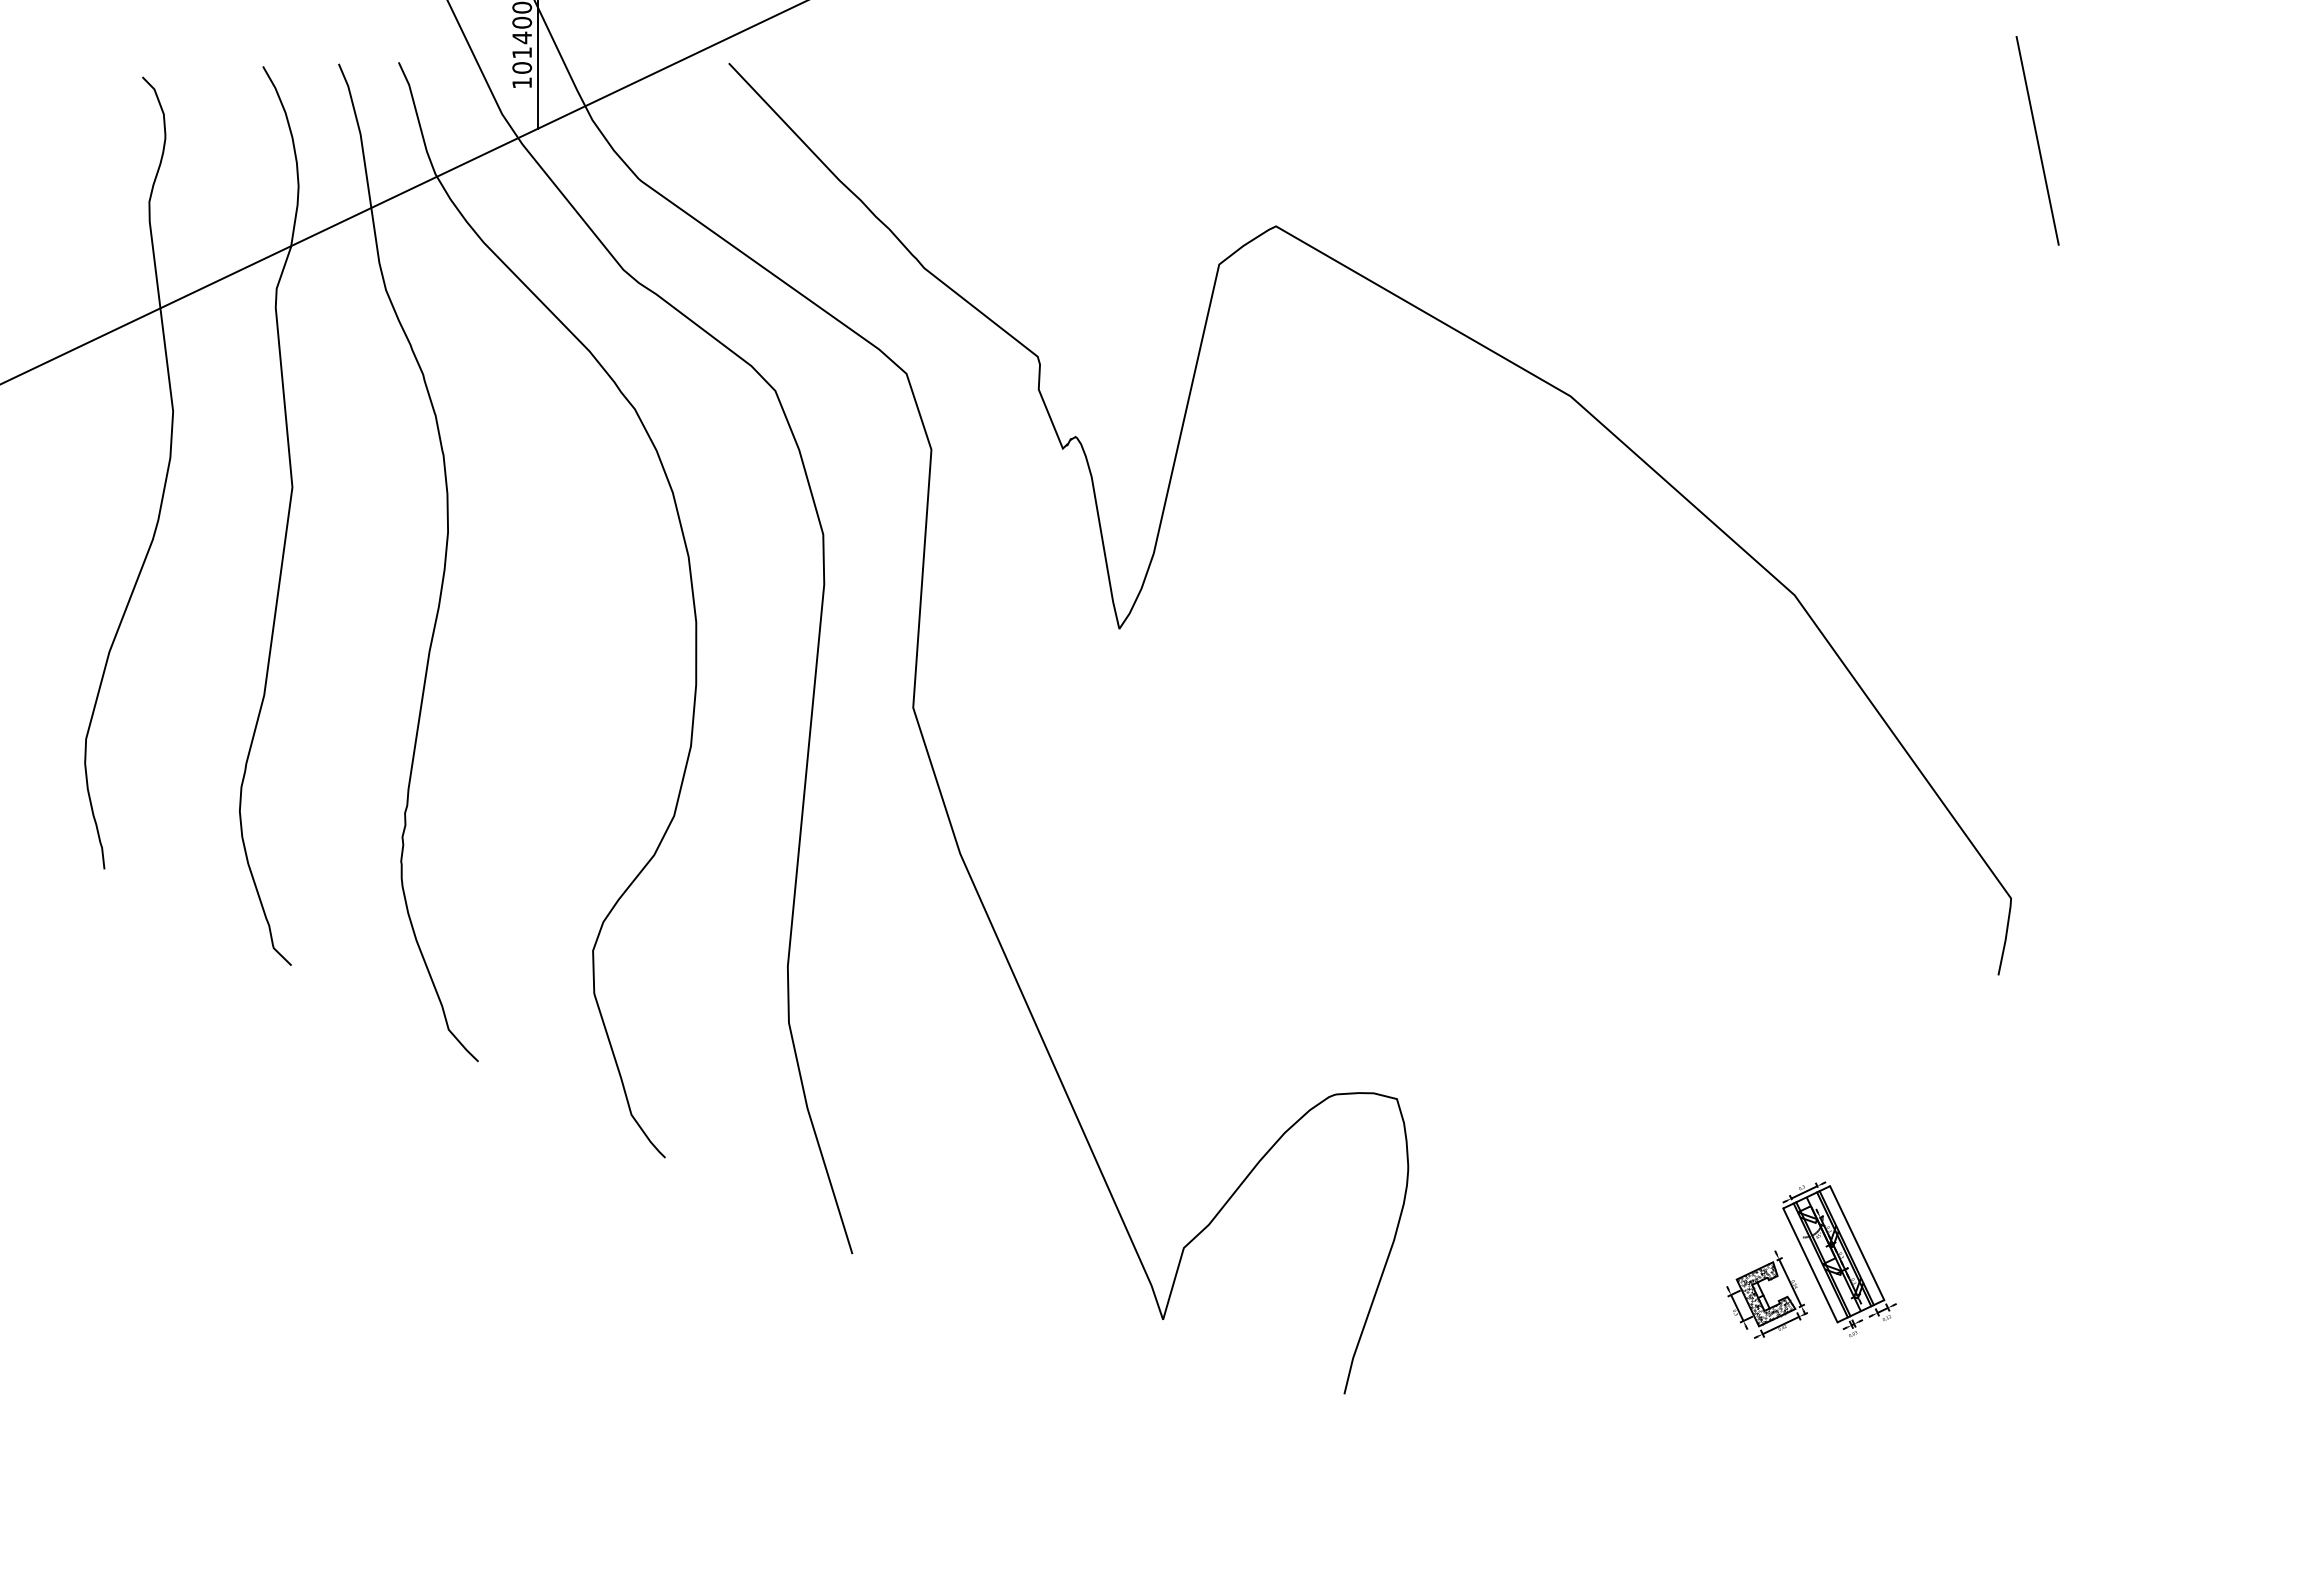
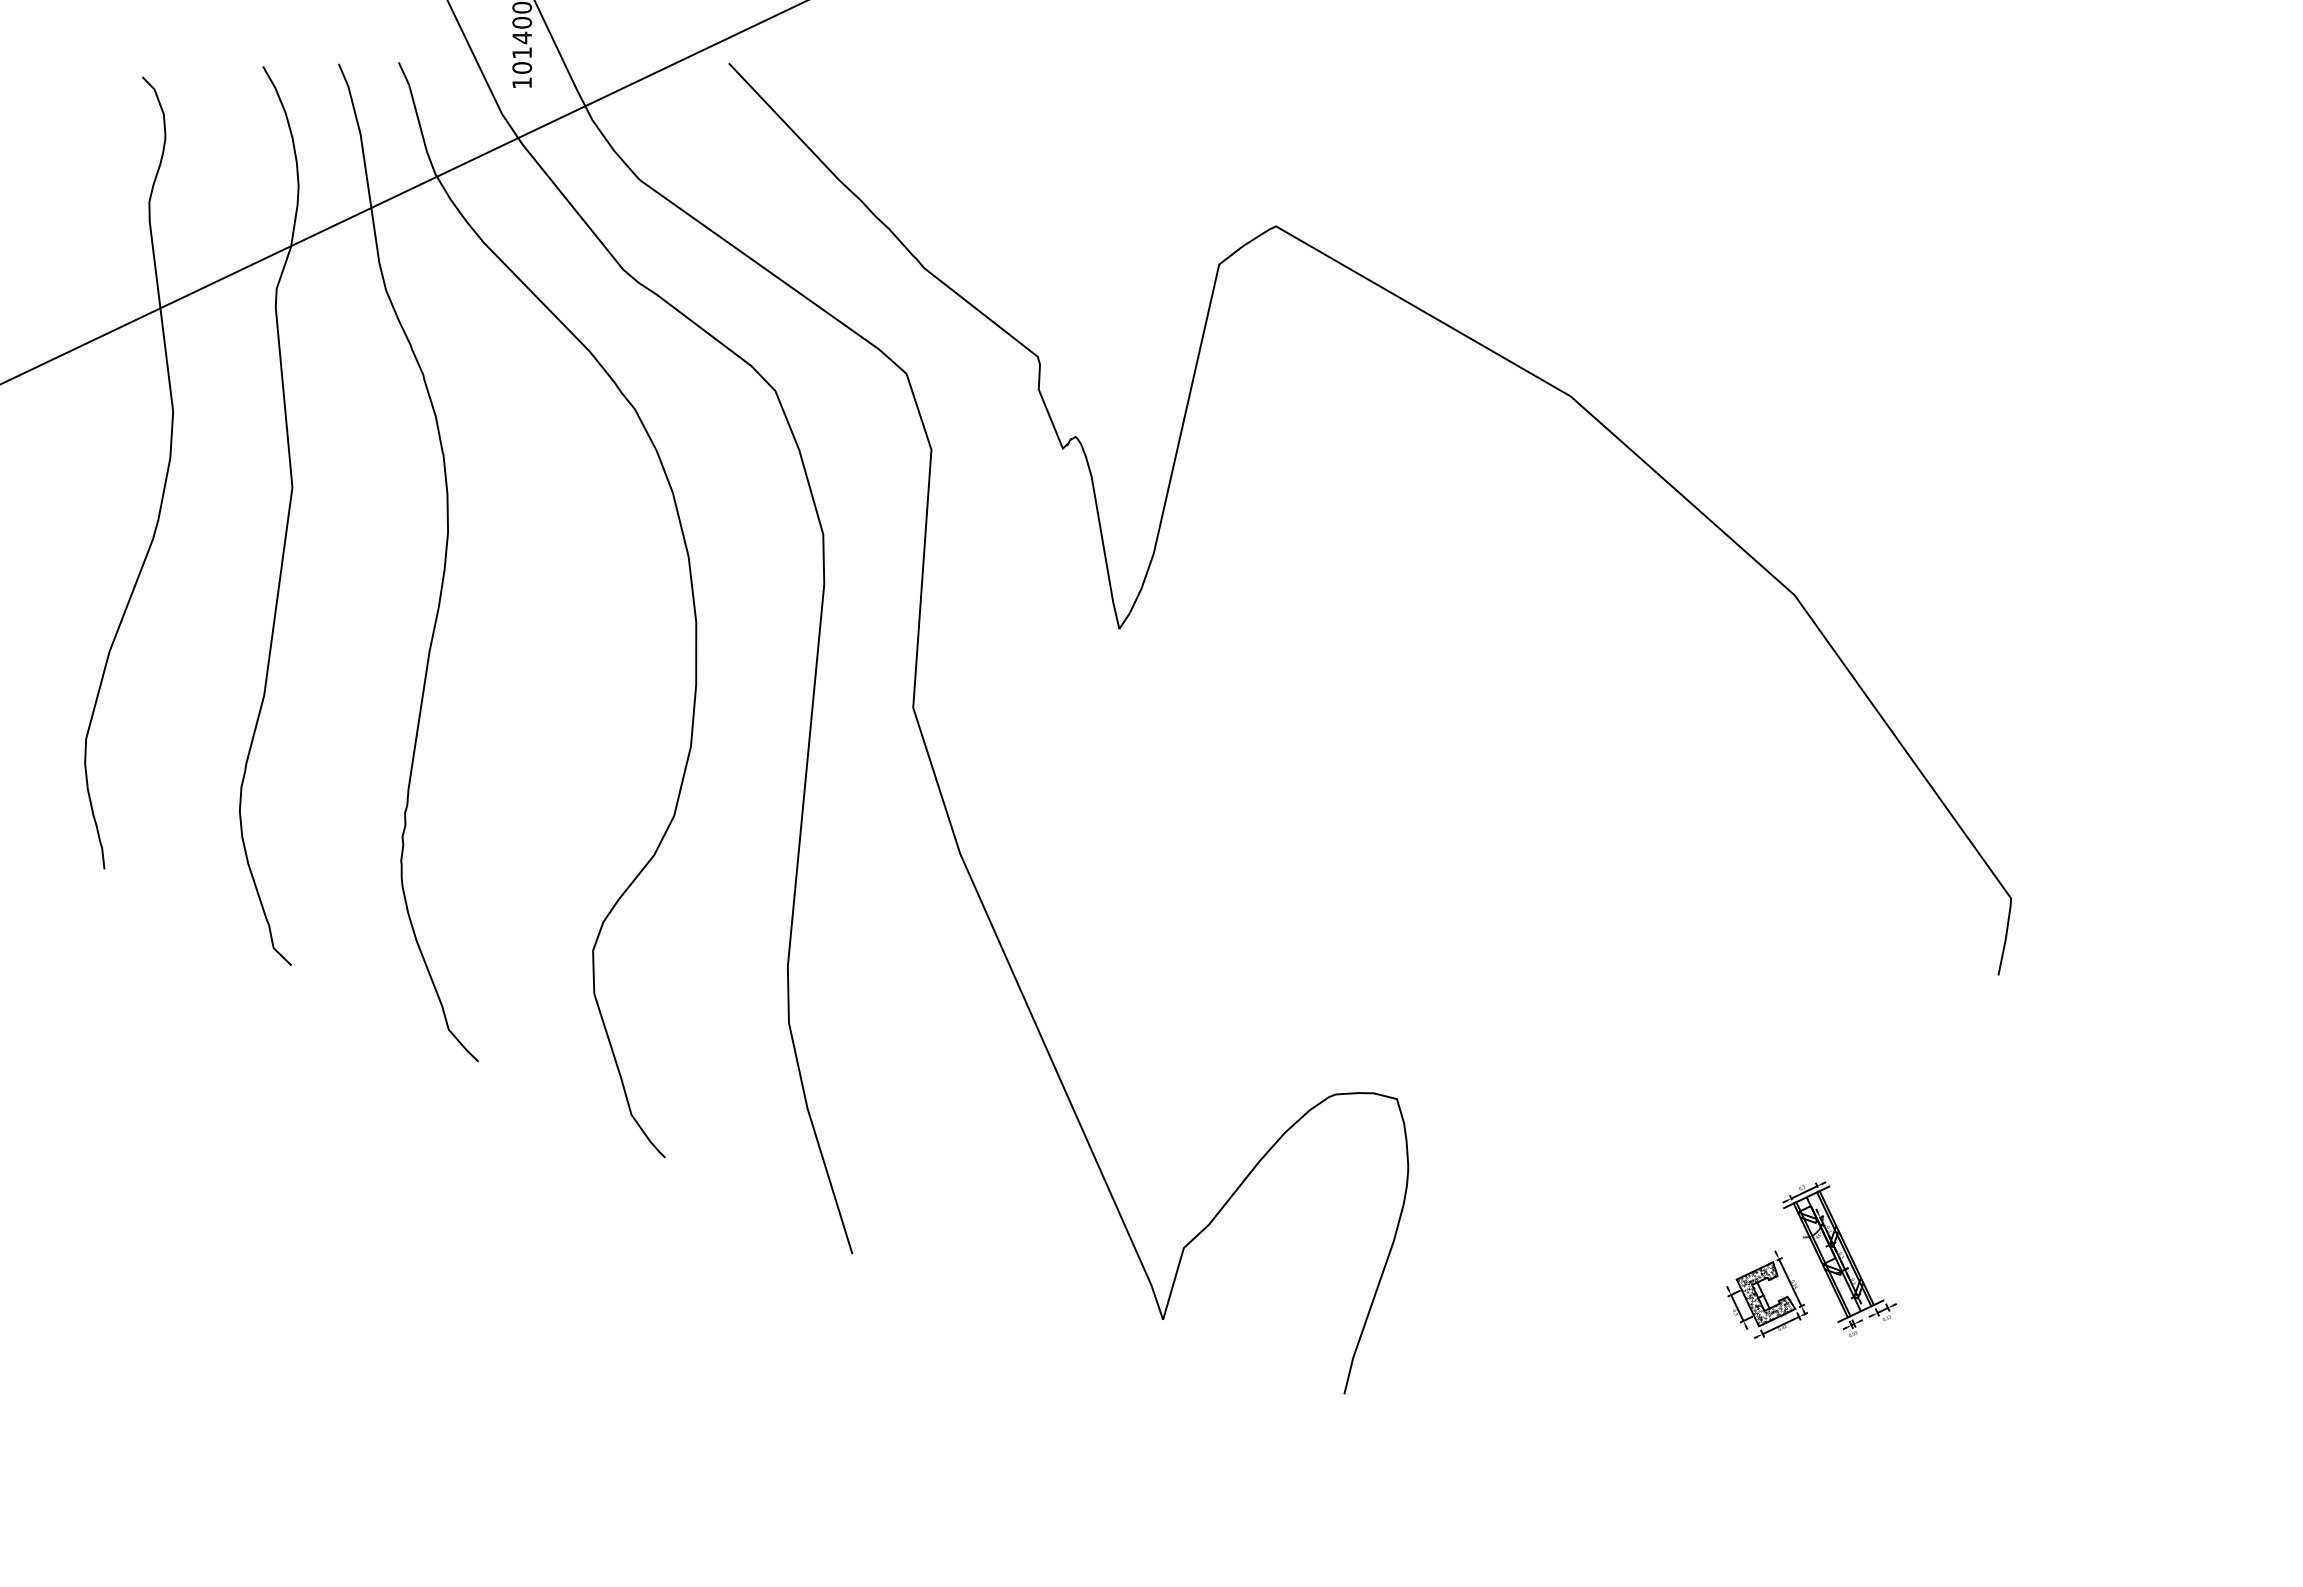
line at (537, 65): present -> none
line at (2037, 140): present -> none
line at (1857, 1243): present -> none
line at (1810, 1265): present -> none
